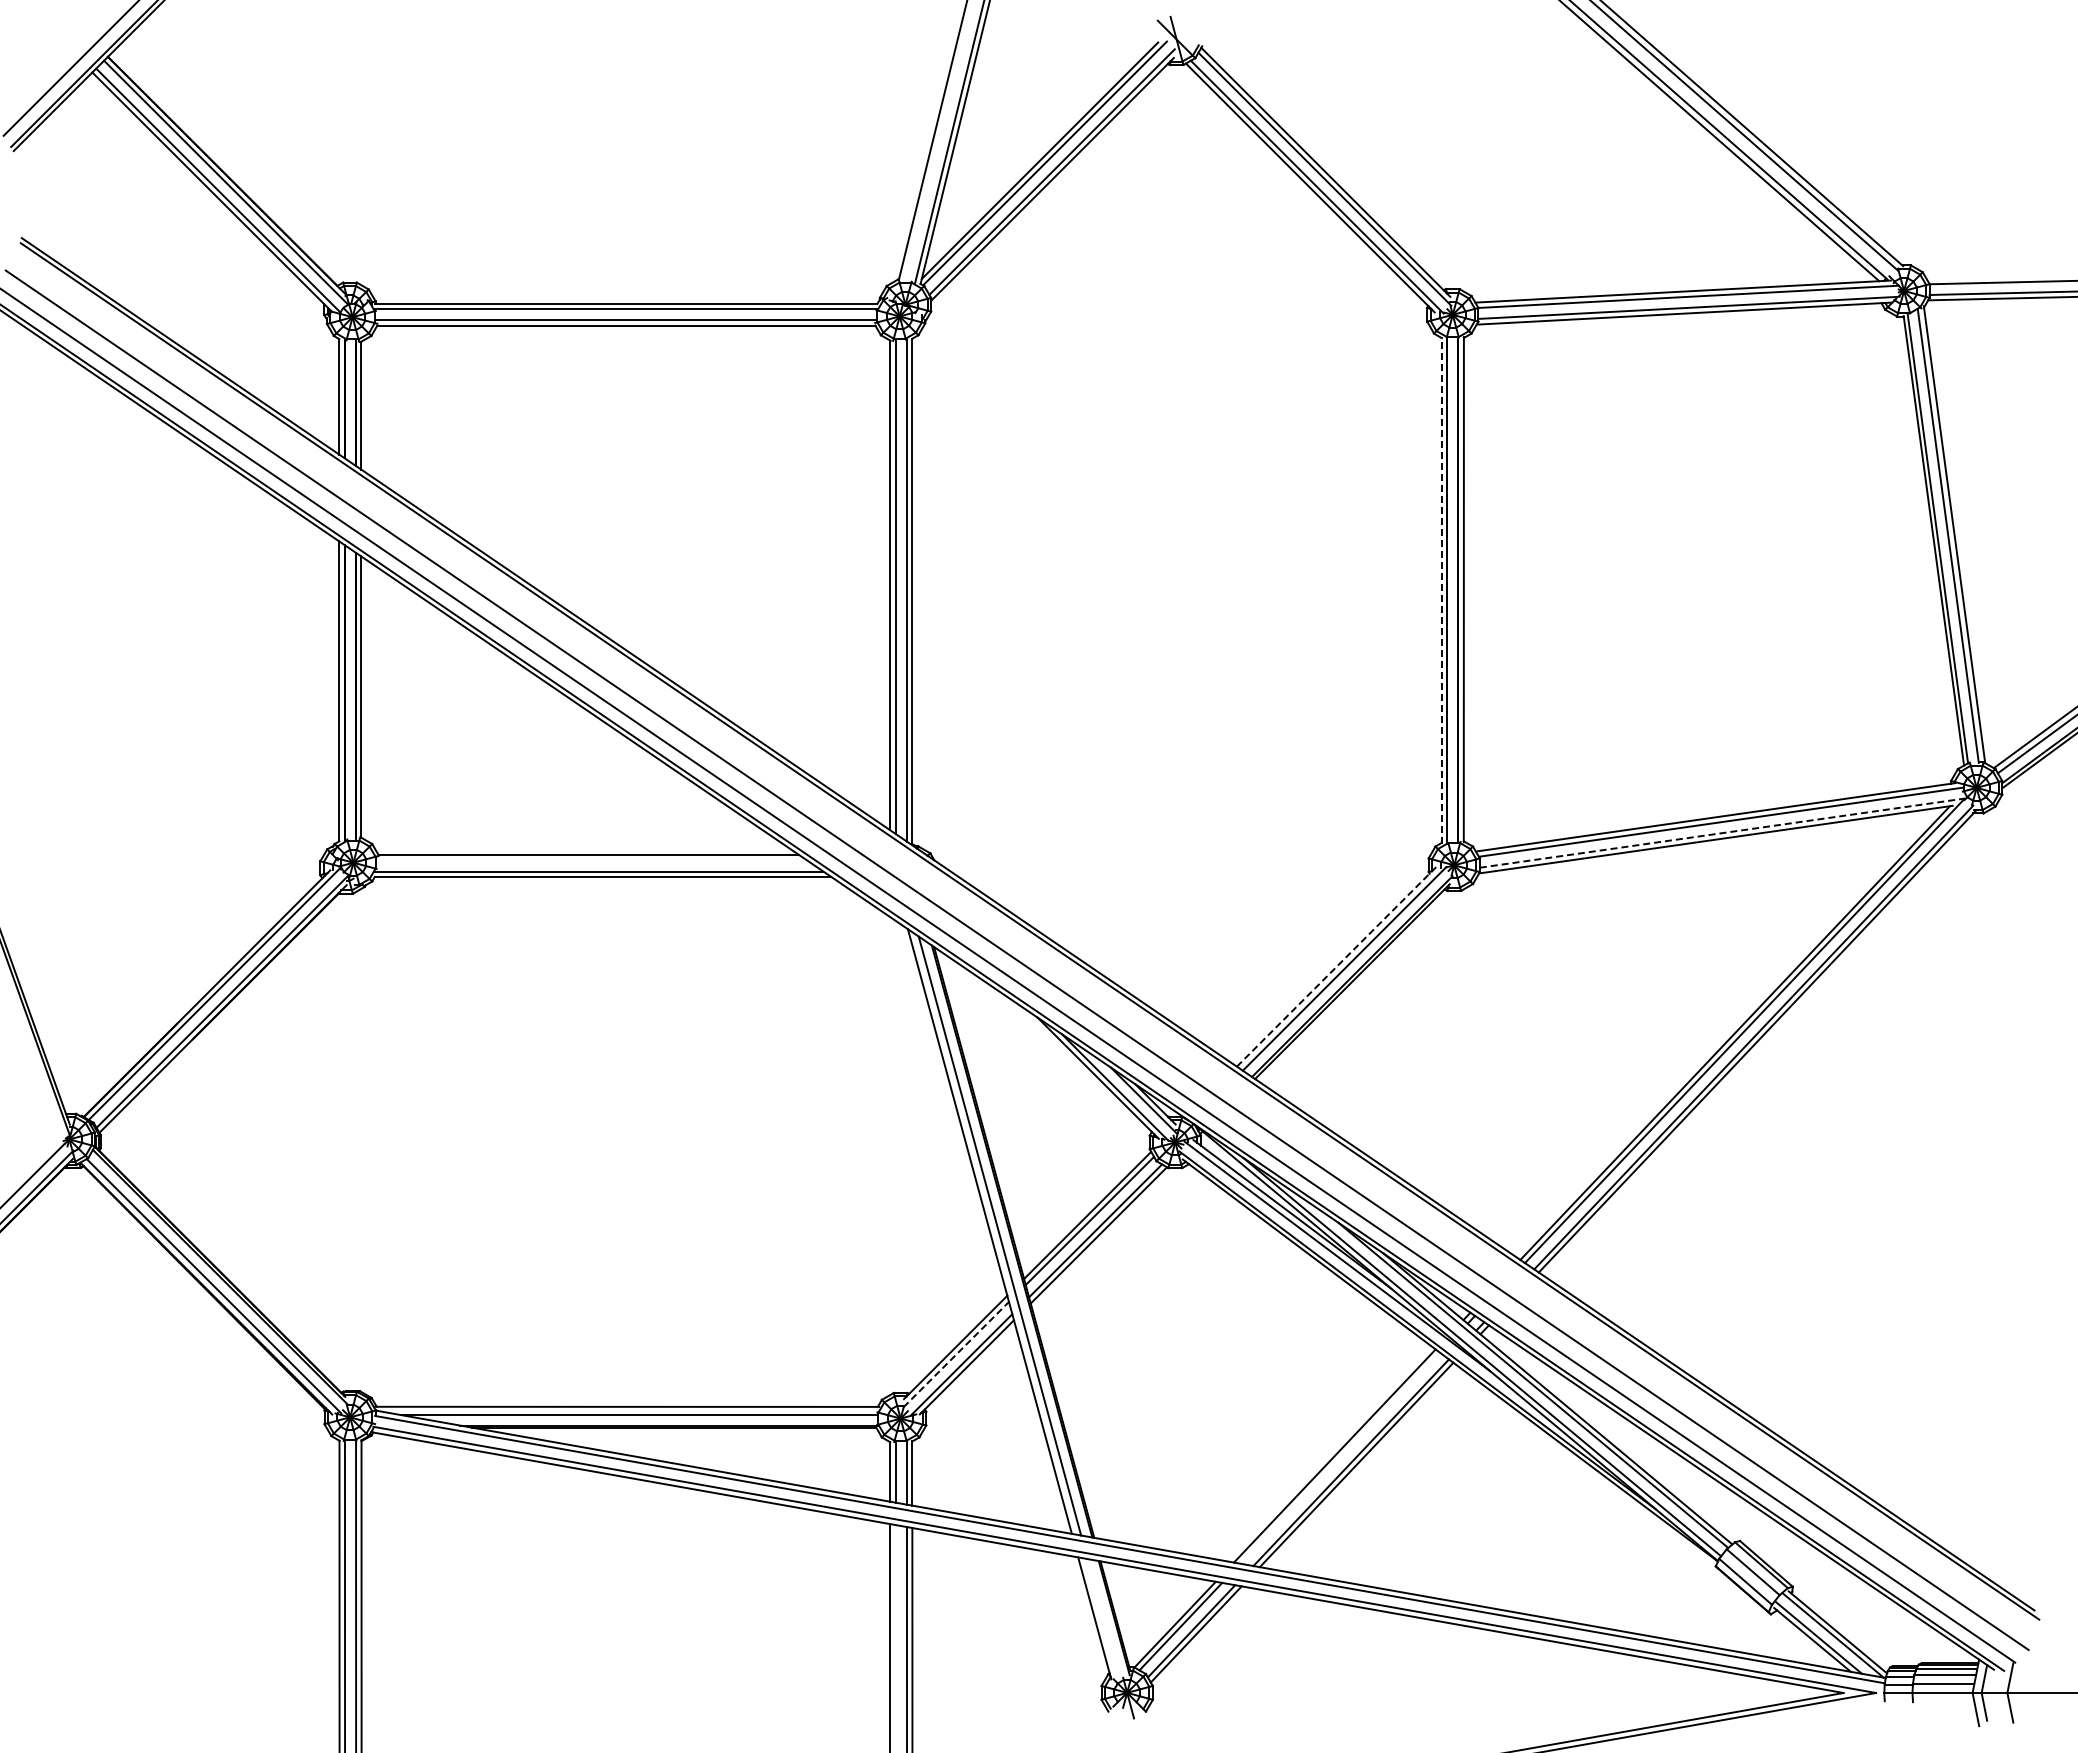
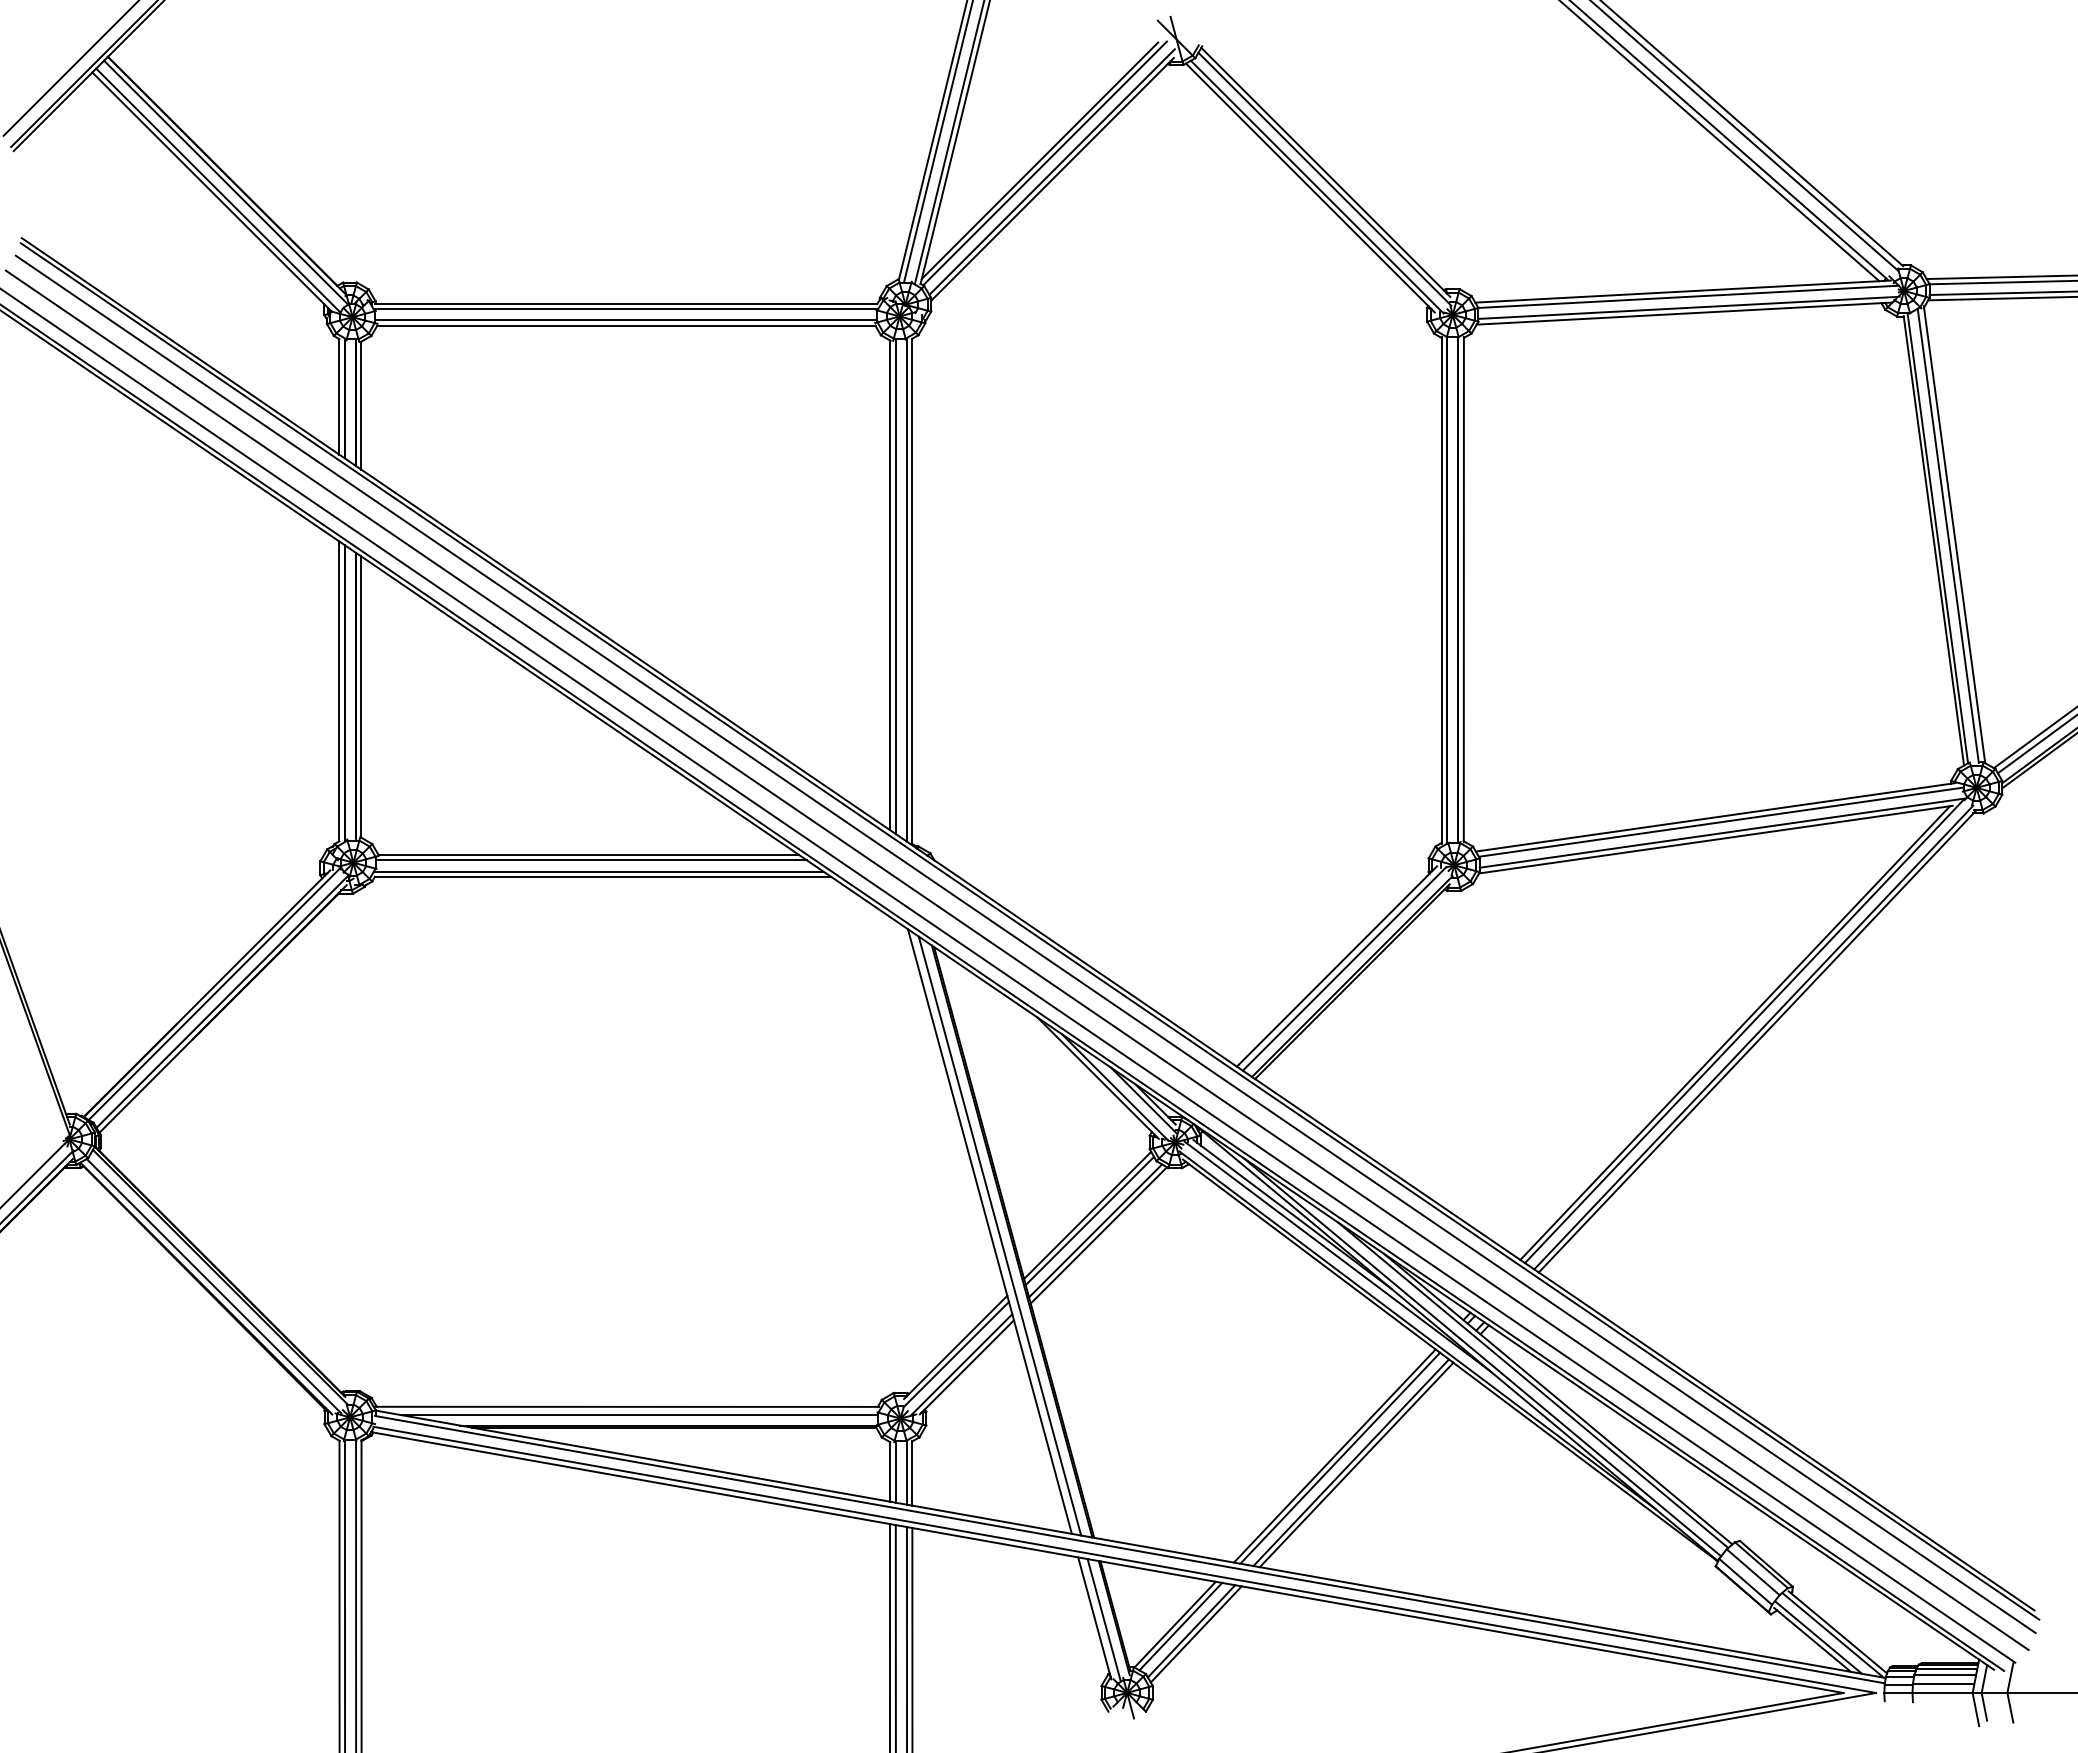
line at (938, 141): none -> present
line at (2000, 277): none -> present
line at (1441, 589): dashed -> solid
line at (1723, 833): dashed -> solid
line at (591, 860): none -> present
line at (1025, 943): none -> present
line at (1336, 966): dashed -> solid
line at (956, 1354): dashed -> solid
line at (1340, 1457): none -> present
line at (1103, 1619): none -> present
line at (895, 1637): none -> present
